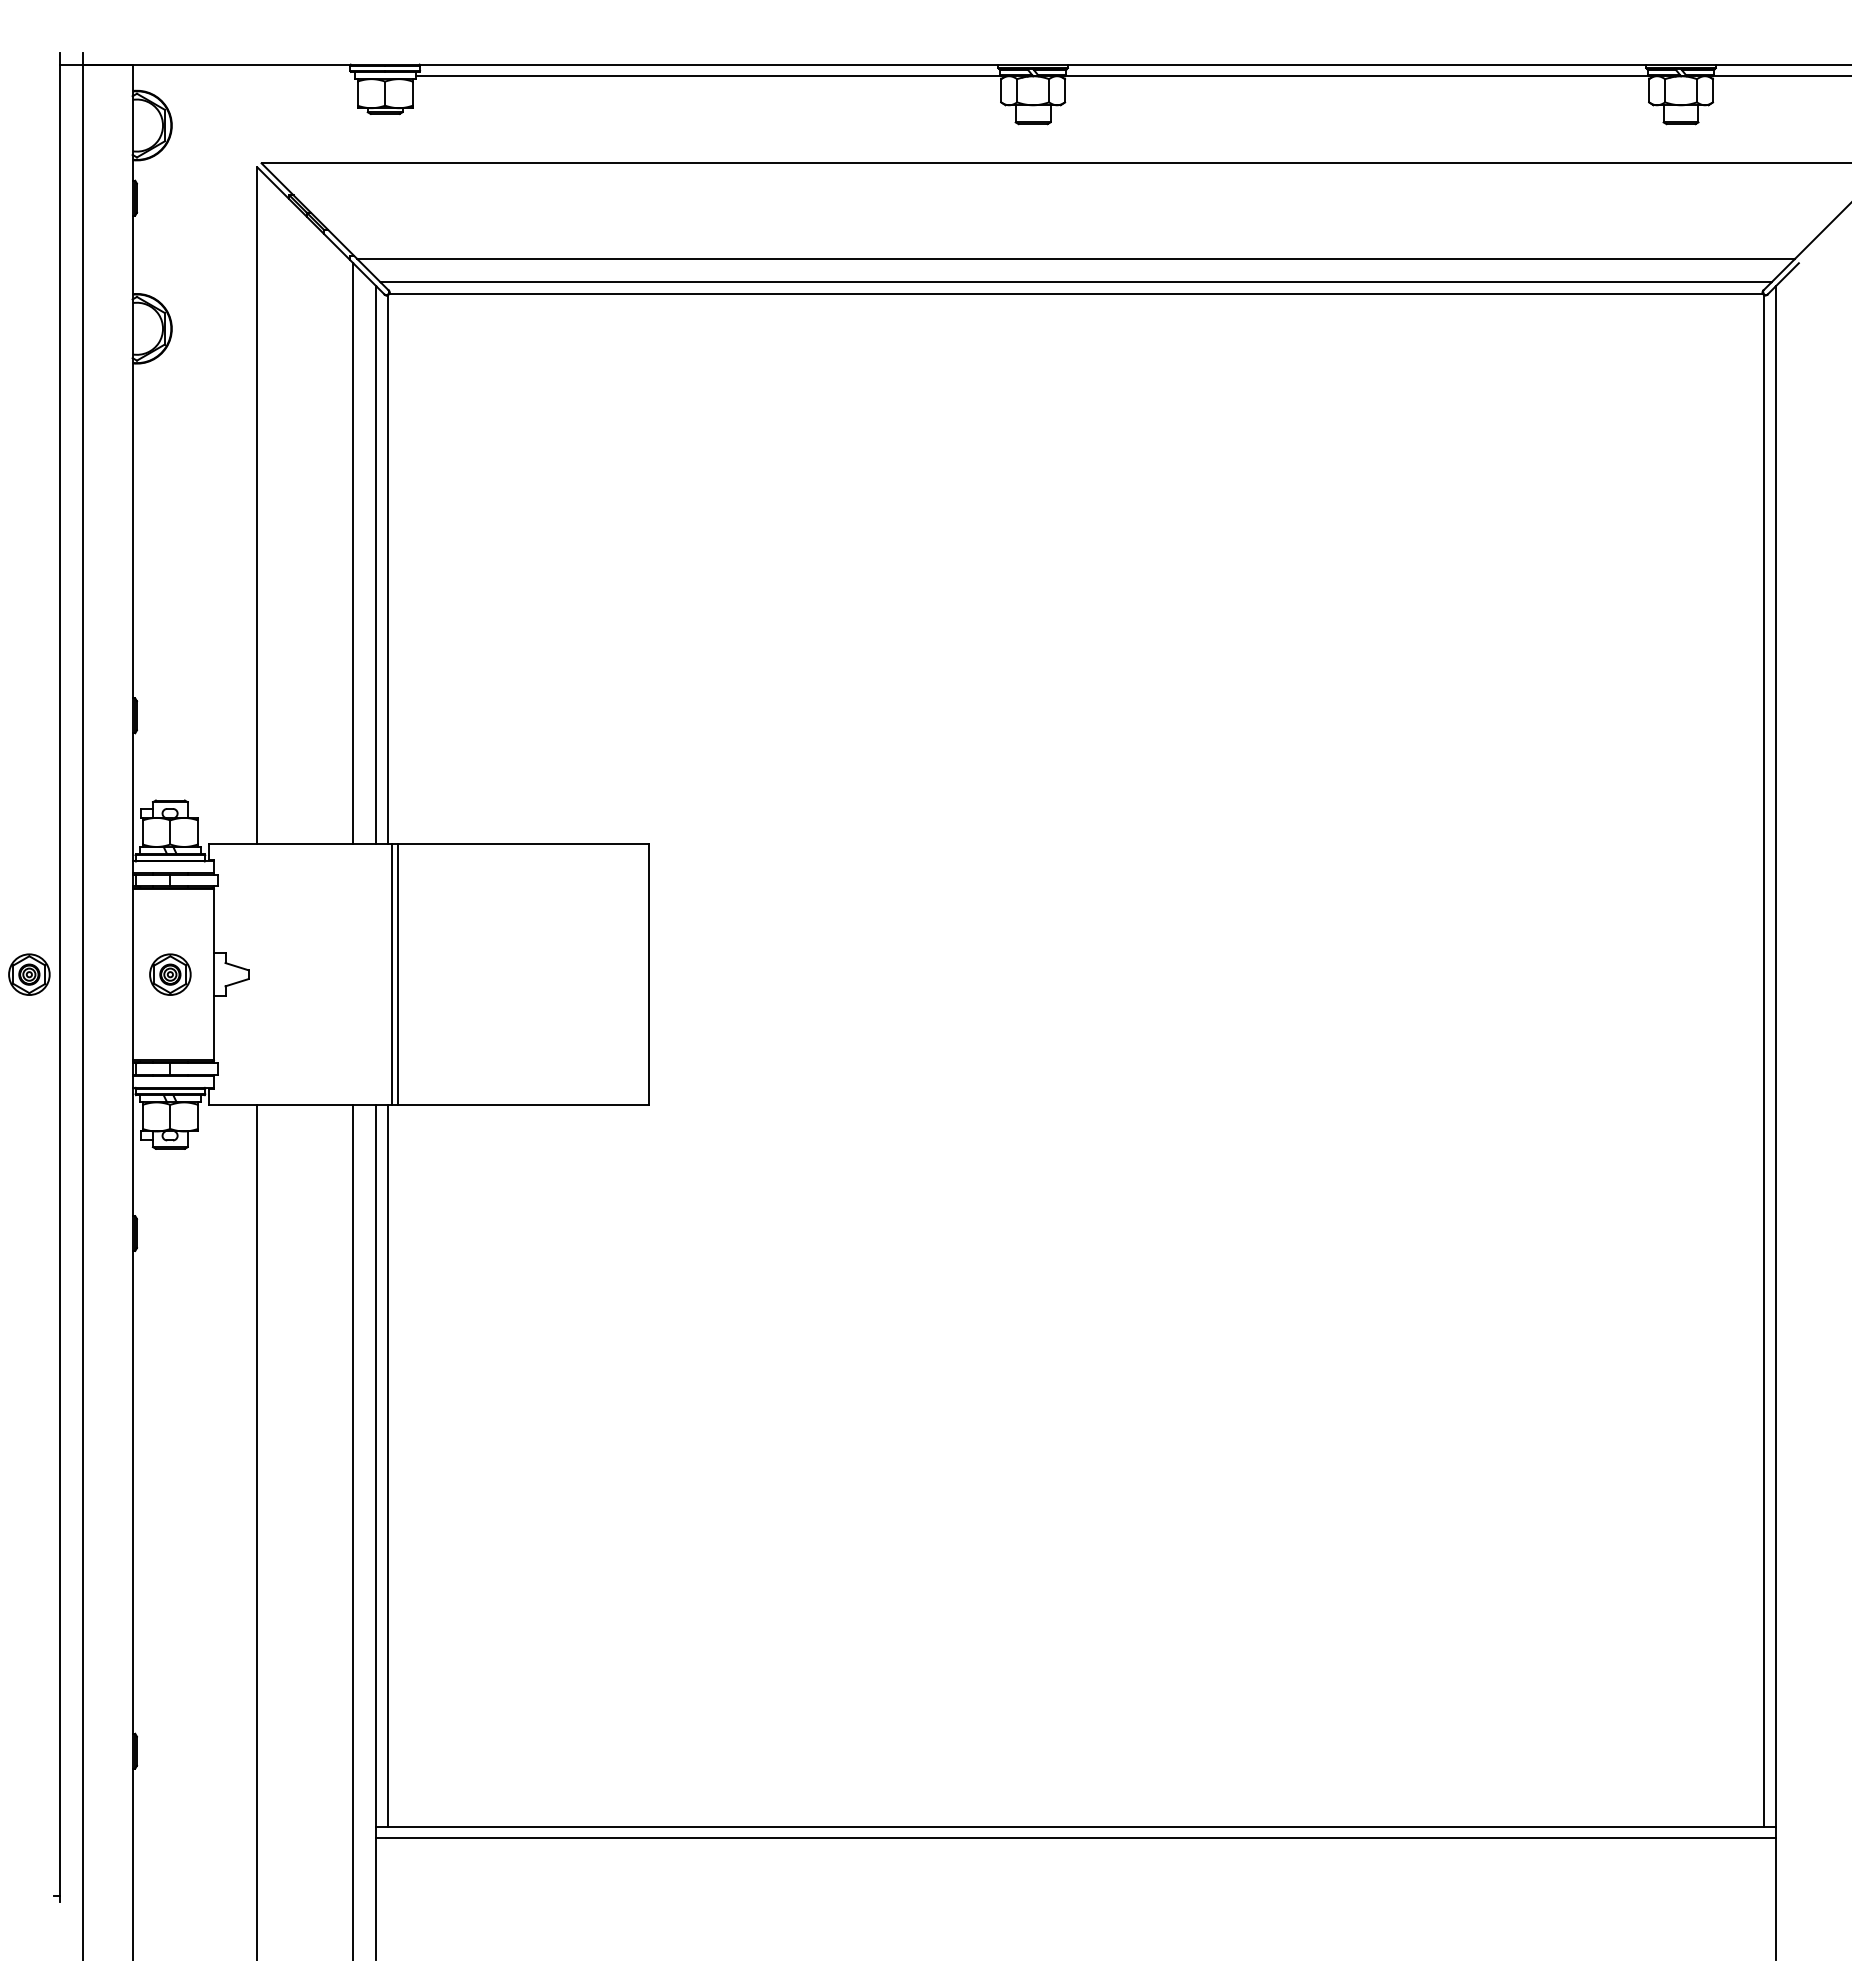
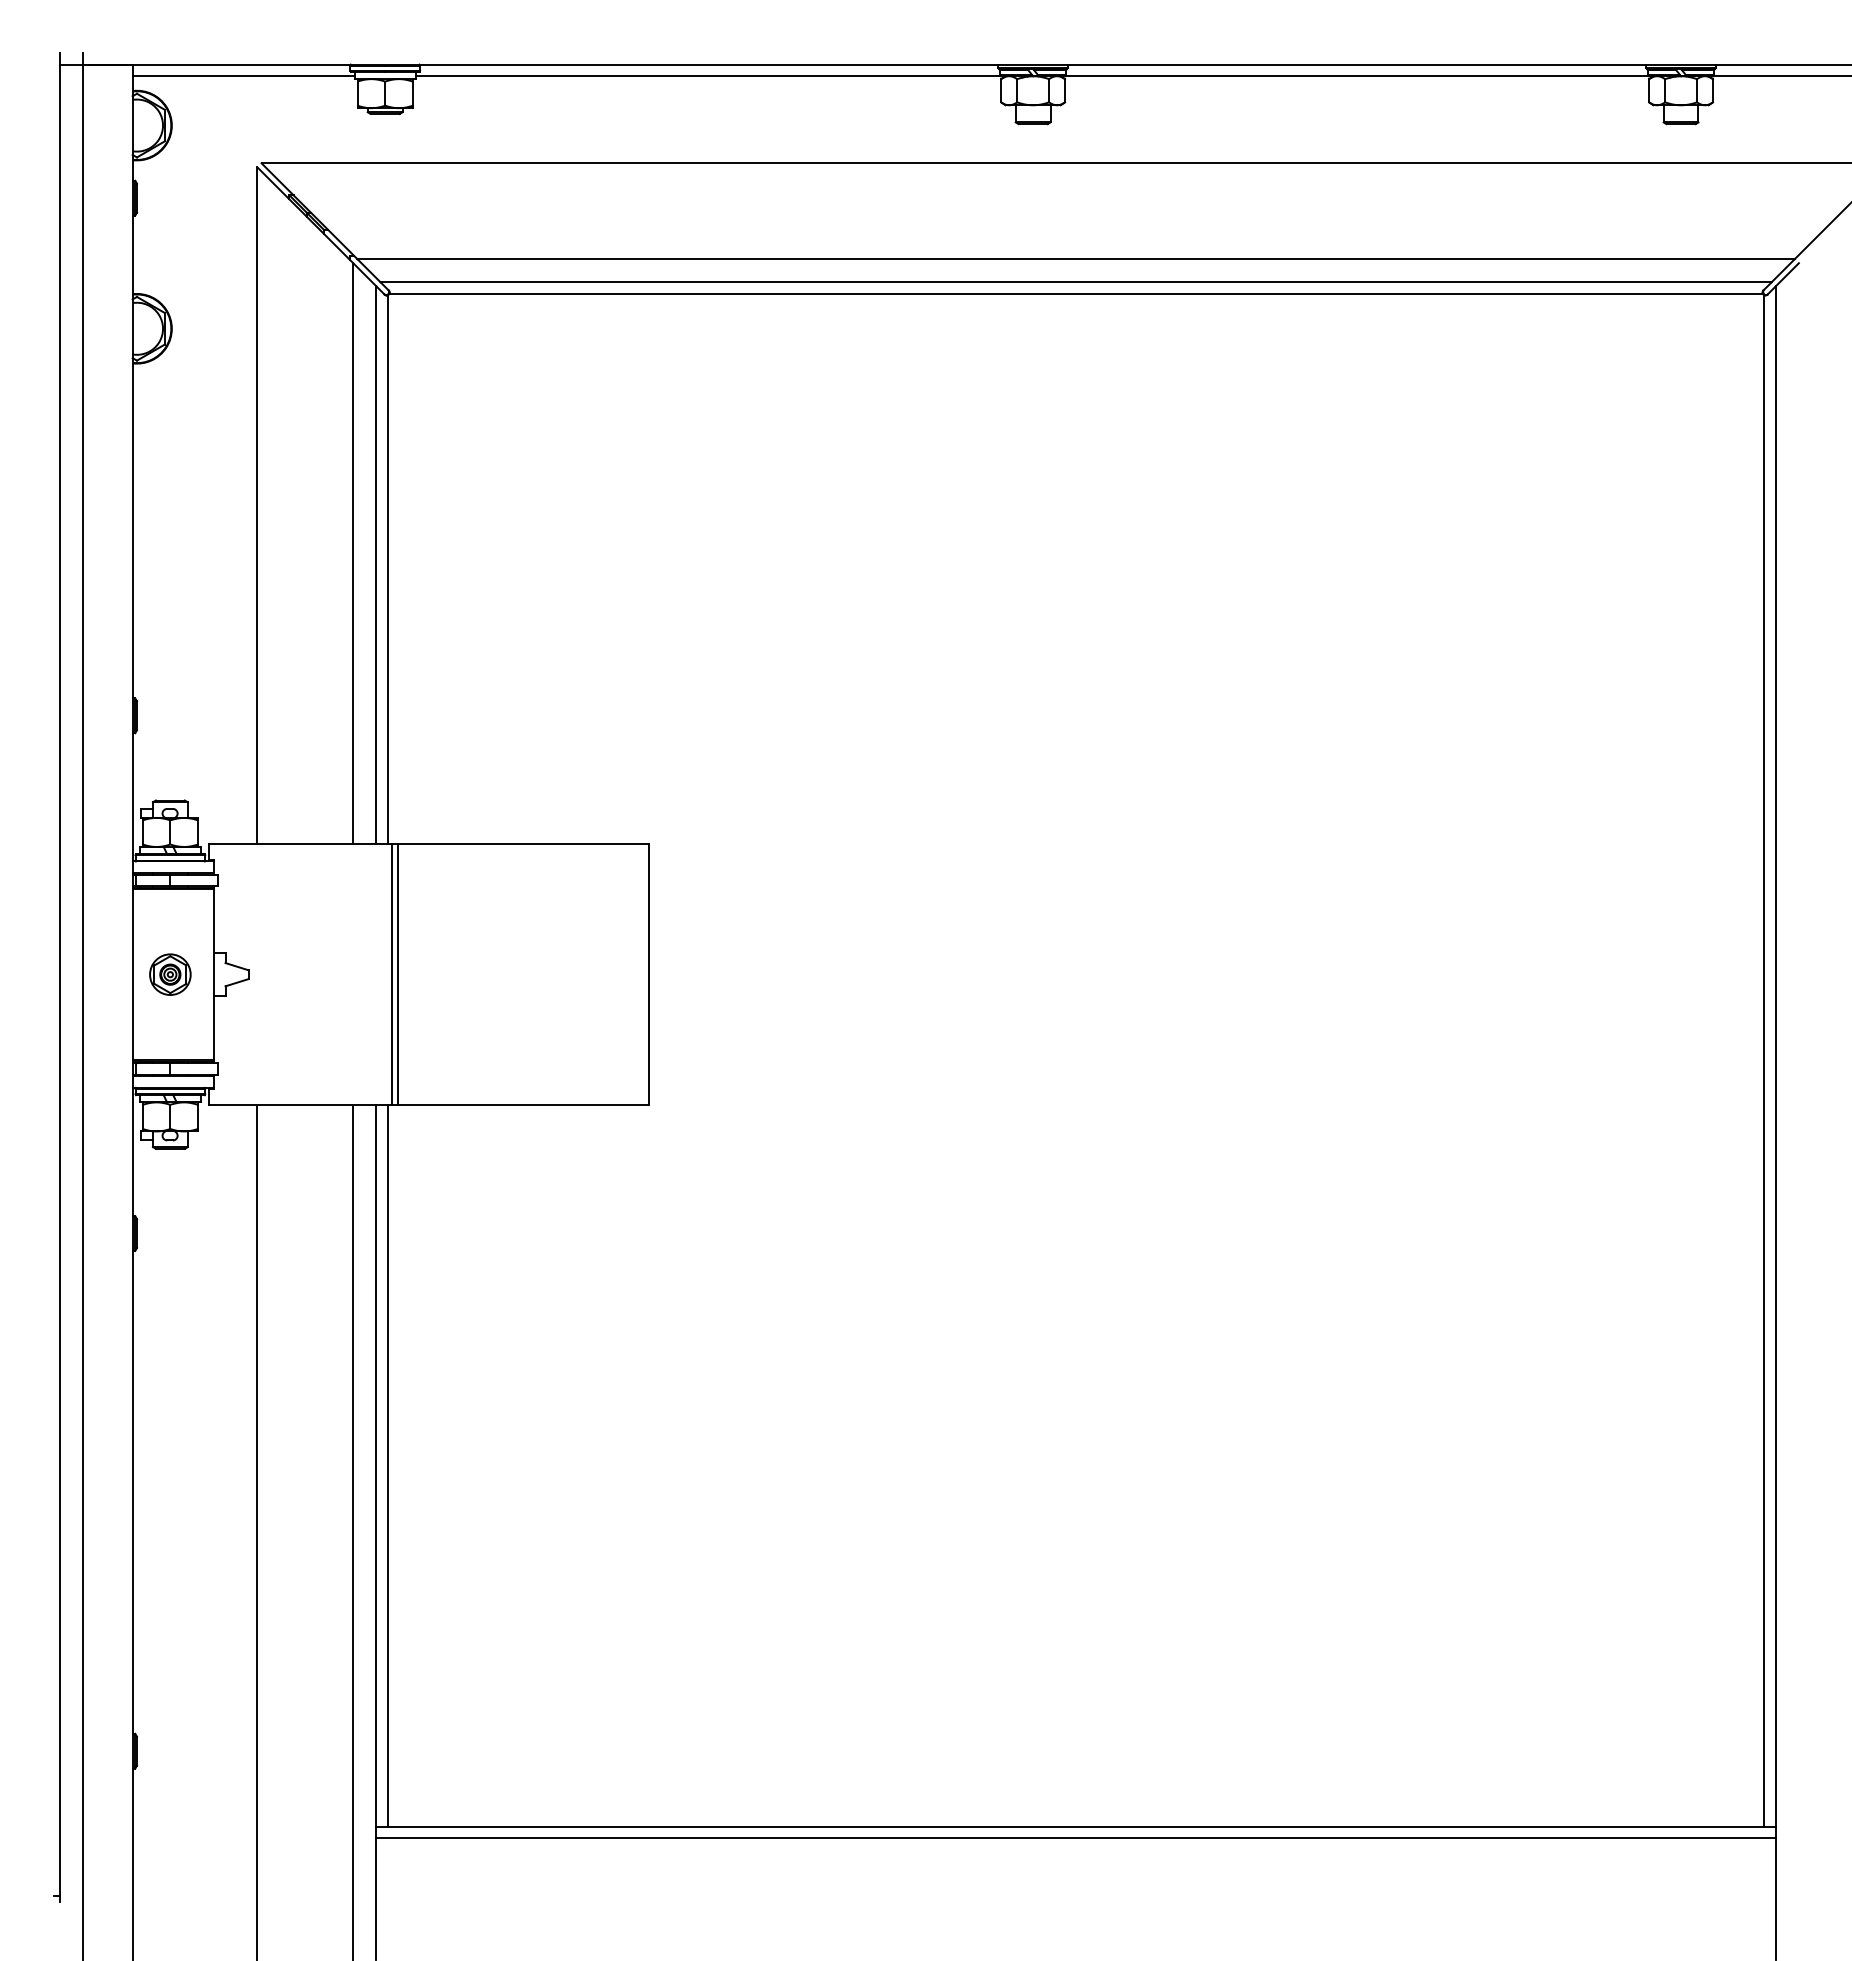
line at (243, 76): none -> present
part at (29, 974): present -> none
